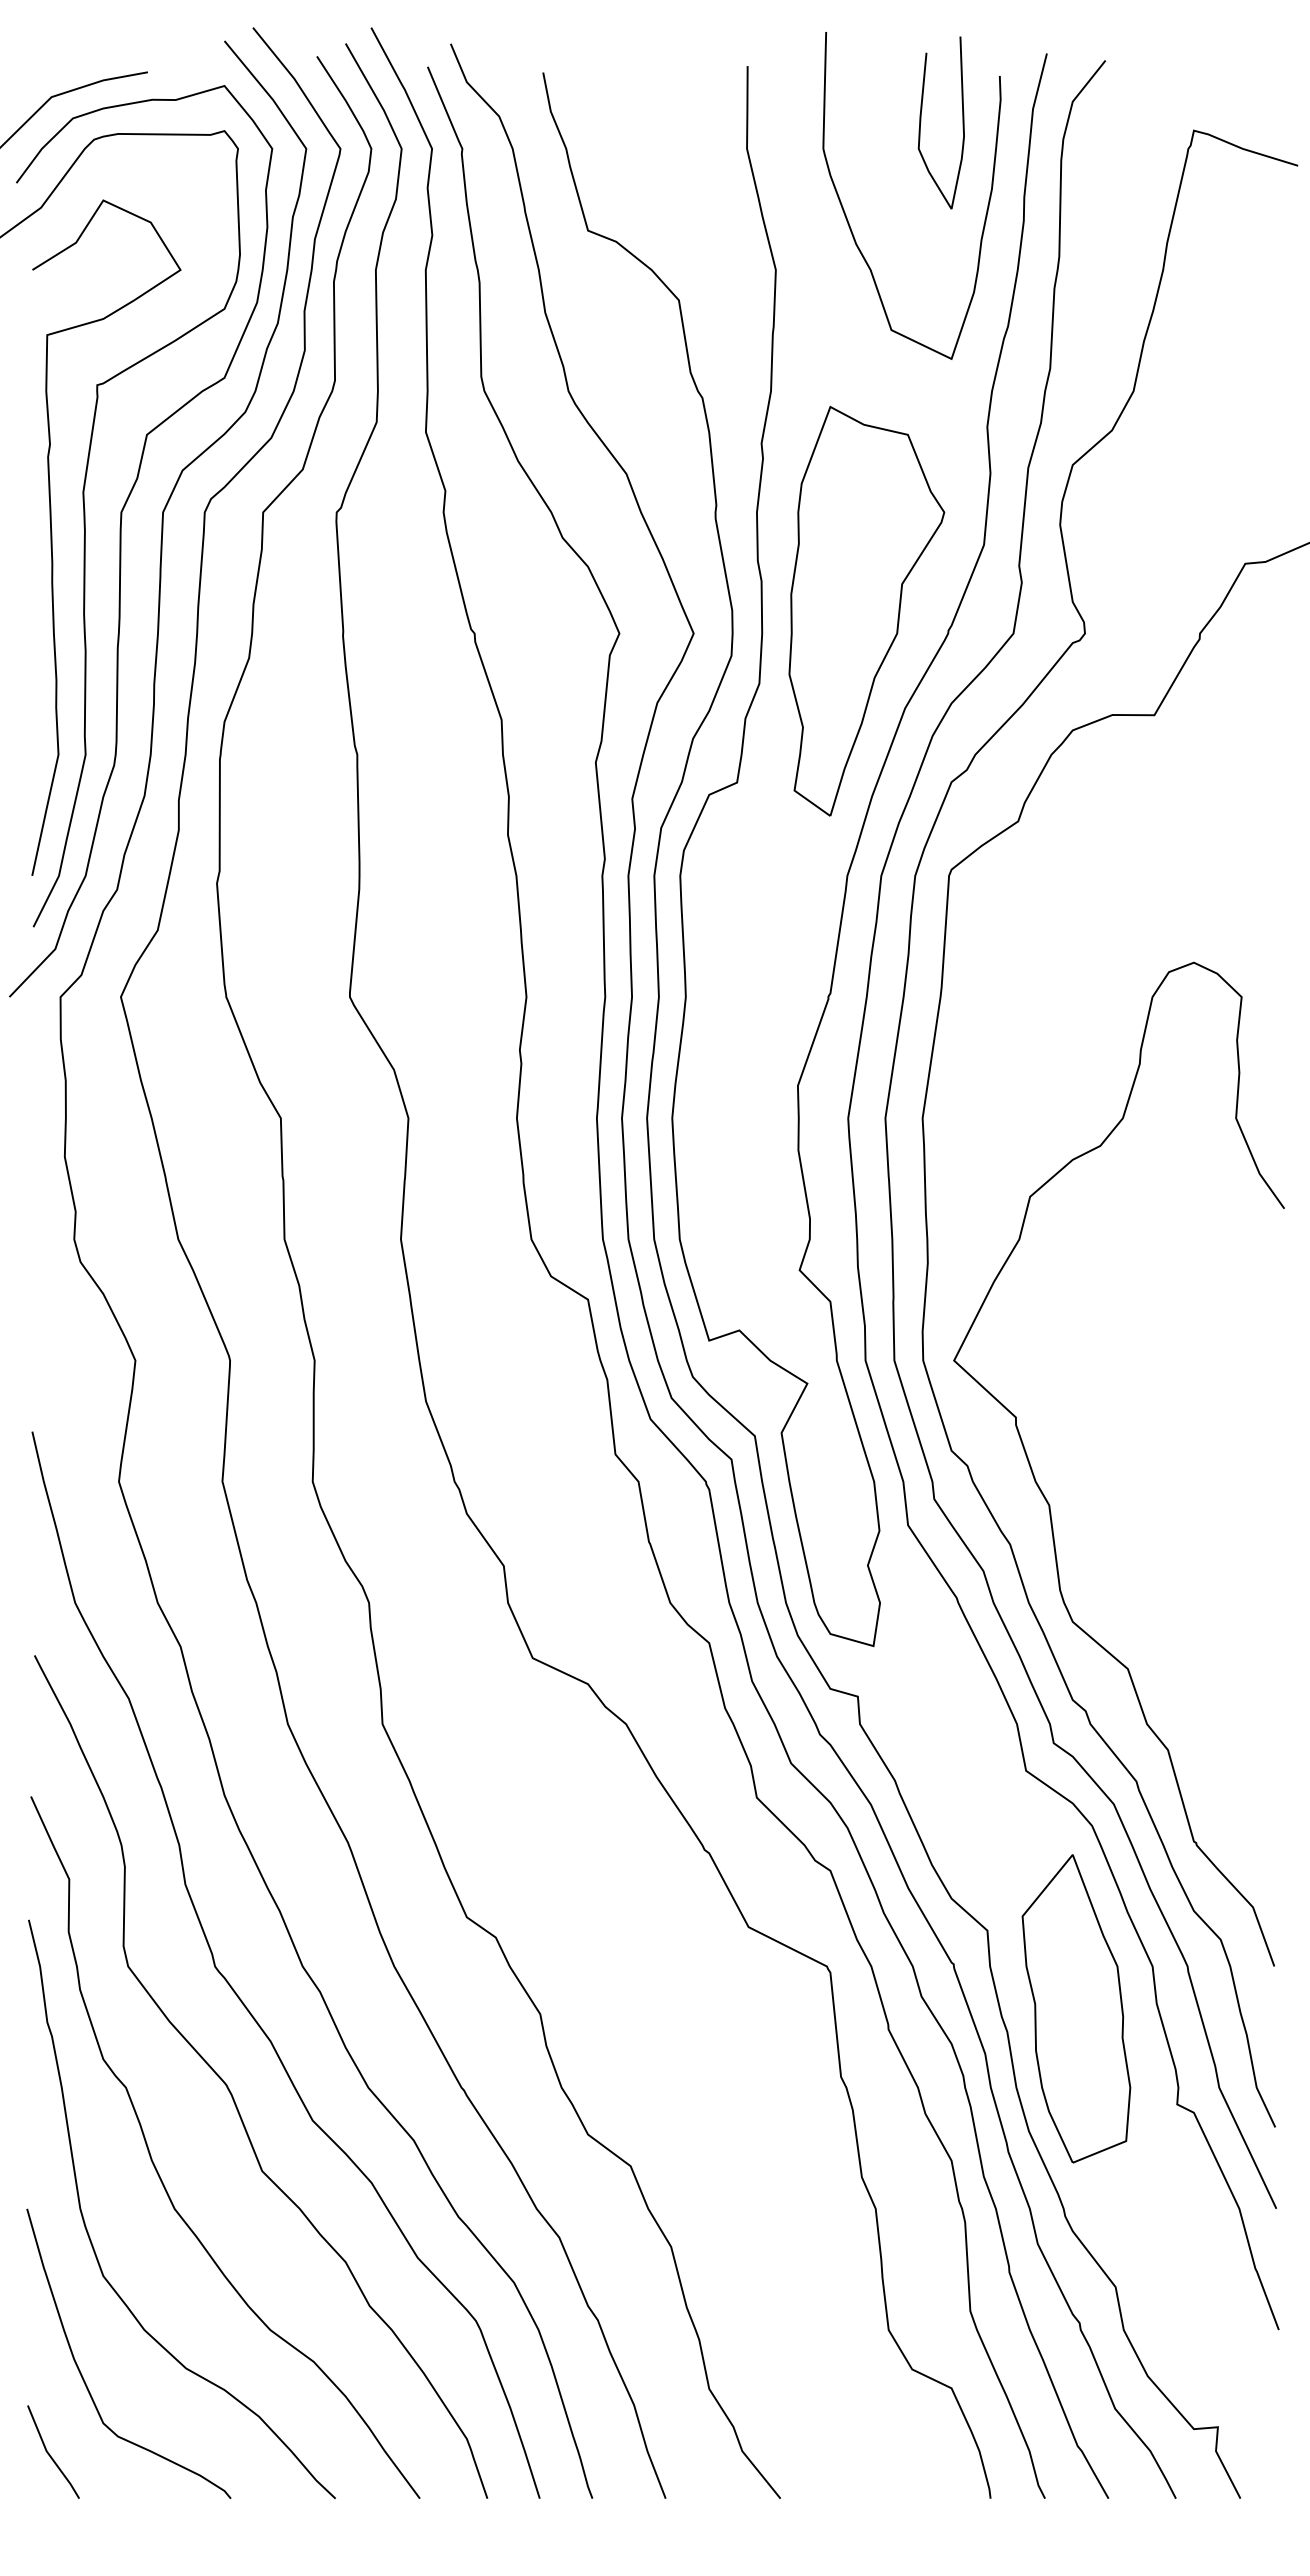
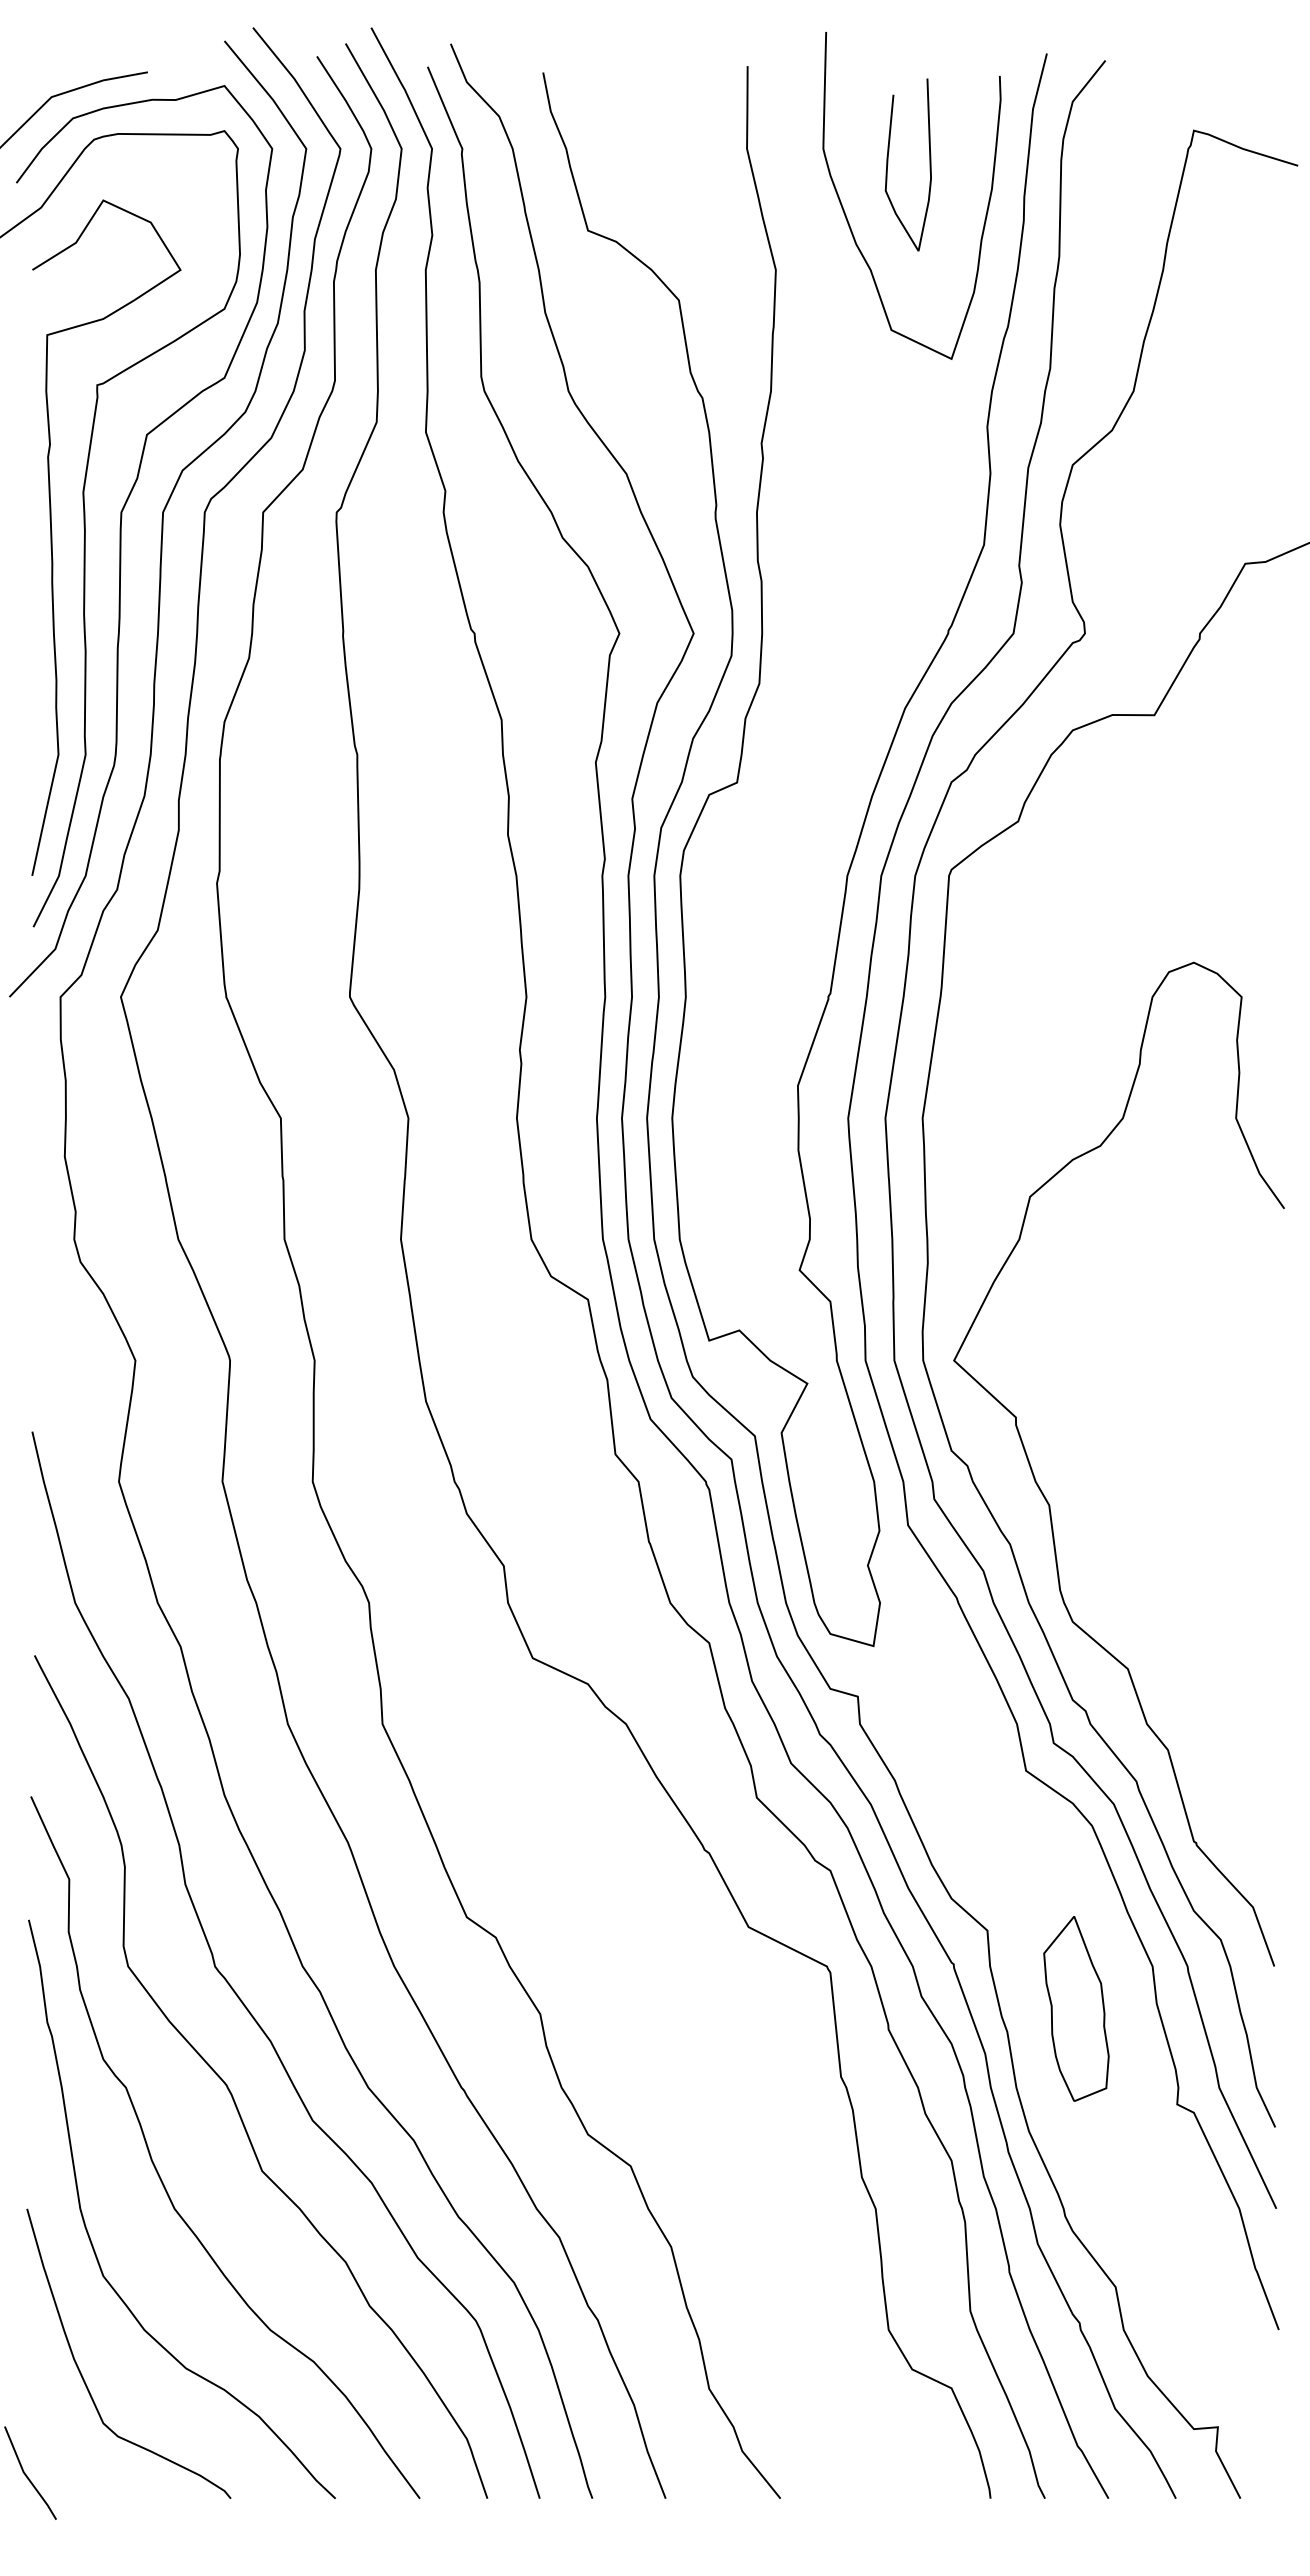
curve at (921, 122) position: (921, 122) -> (888, 164)
part at (866, 611): present -> none
part at (1076, 2008) size: 111x310 px -> 67x186 px
line at (50, 2454) position: (50, 2454) -> (27, 2475)
